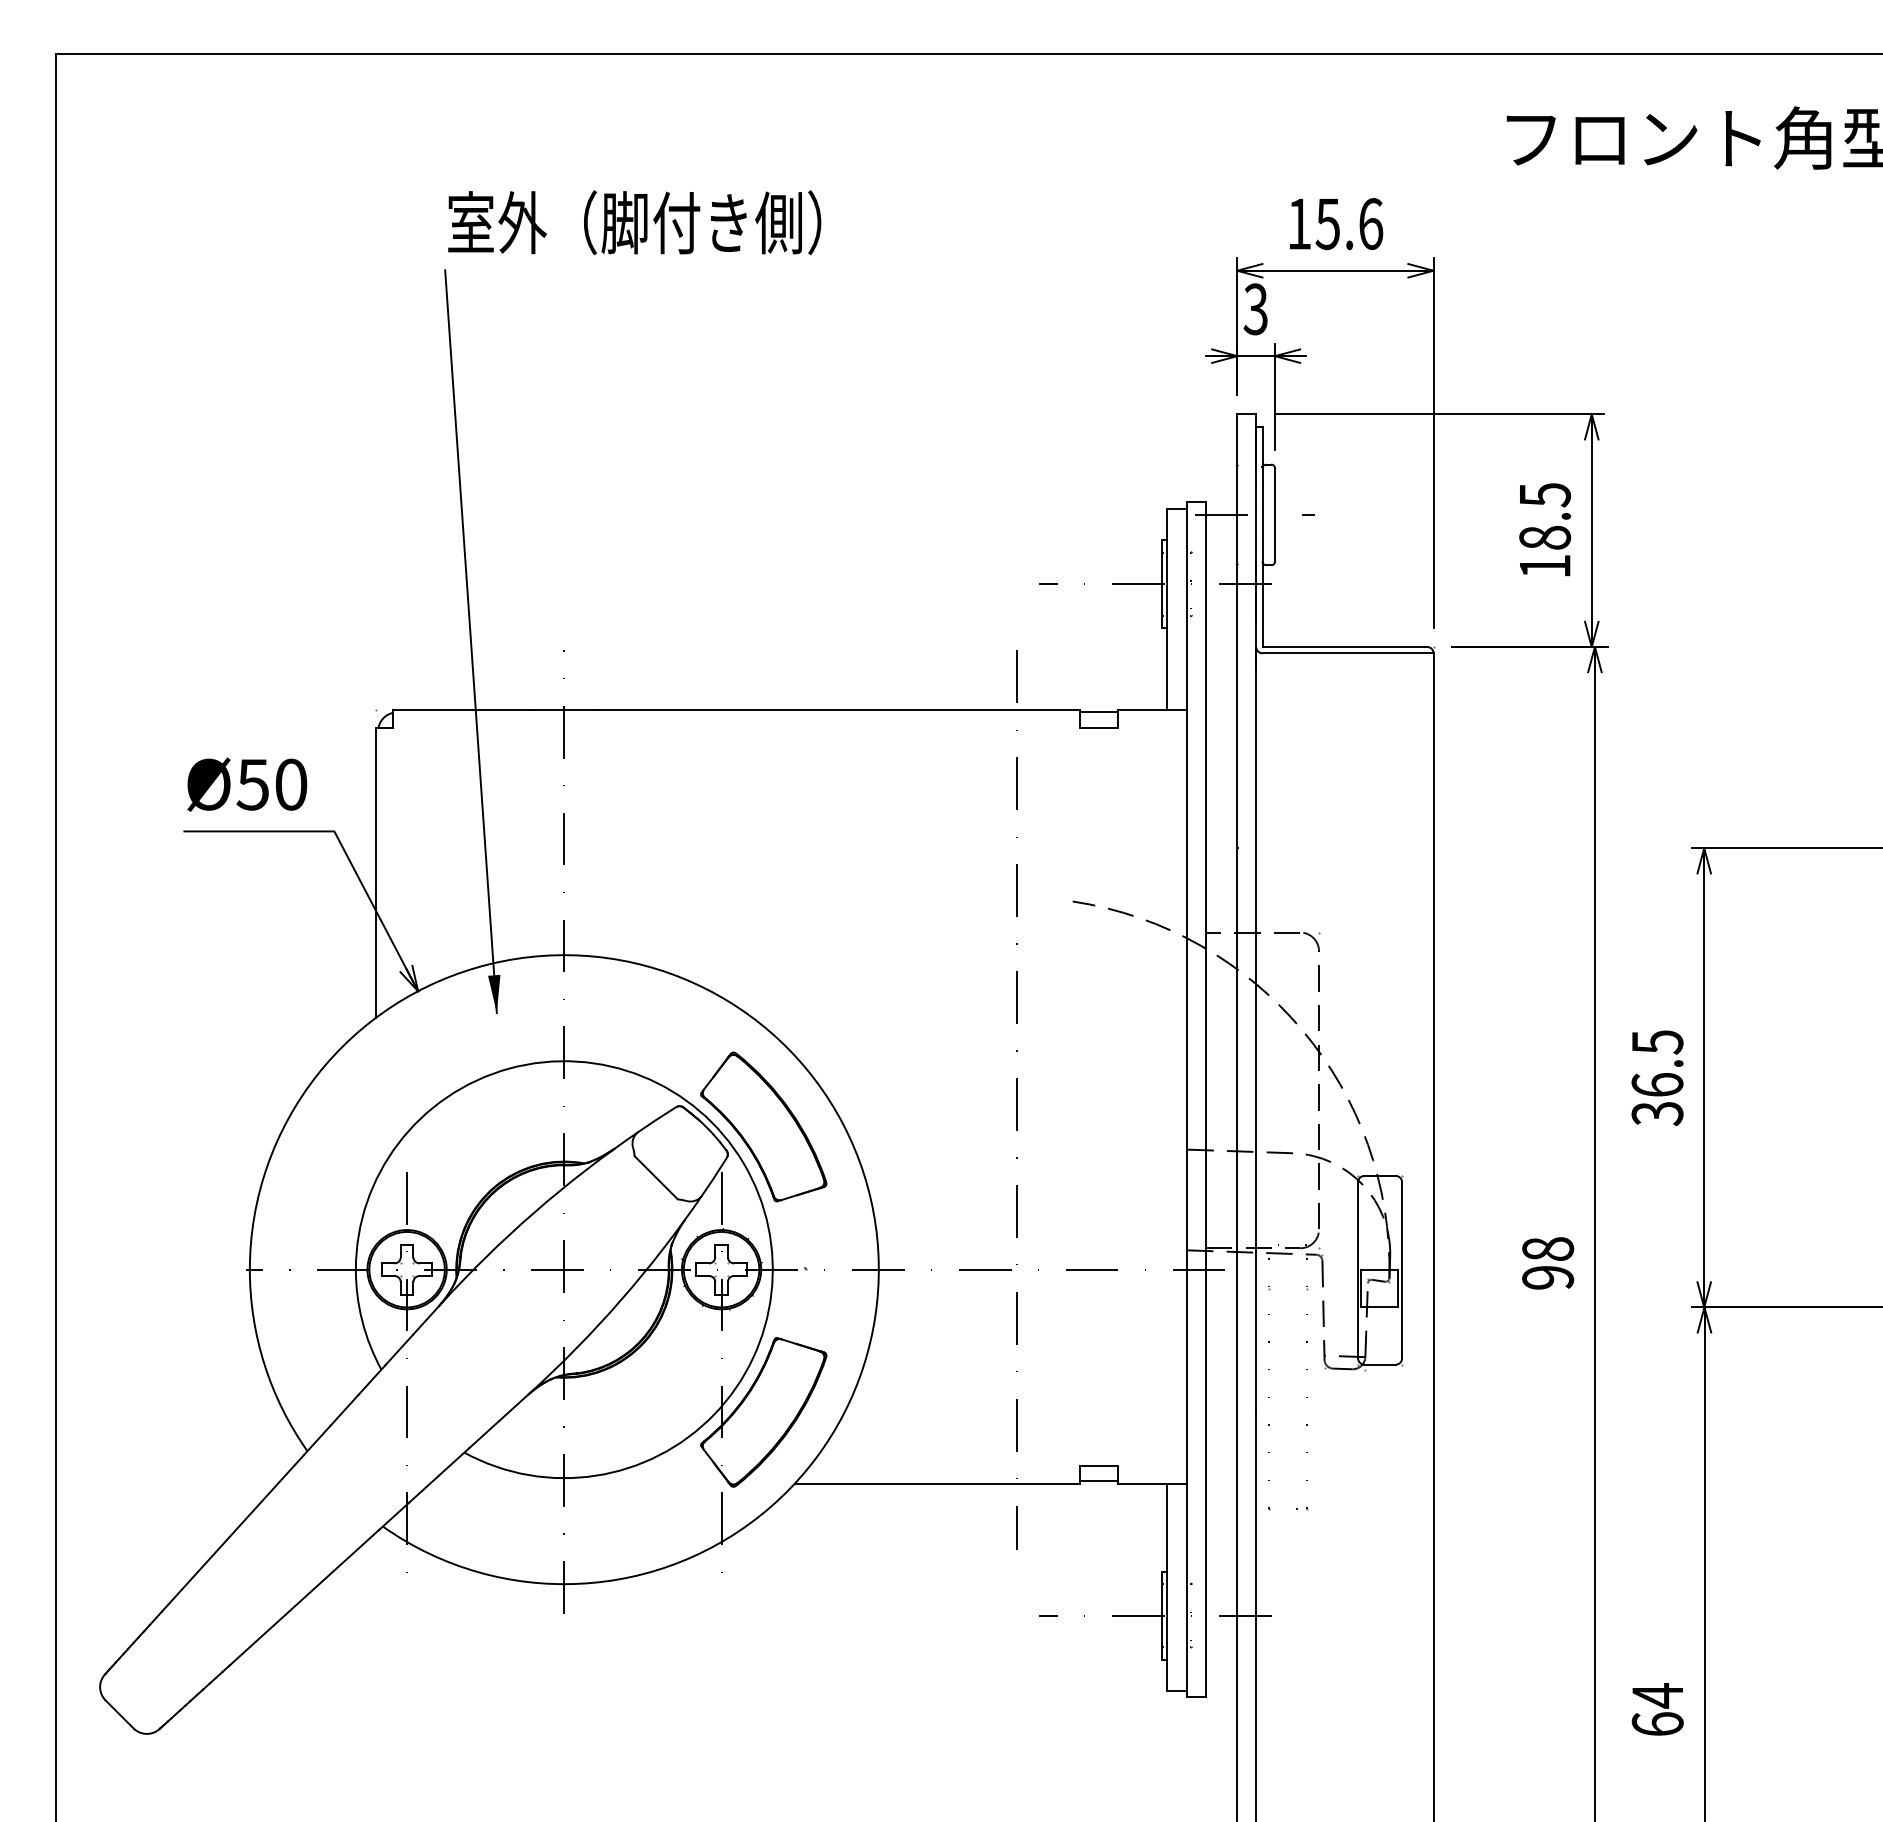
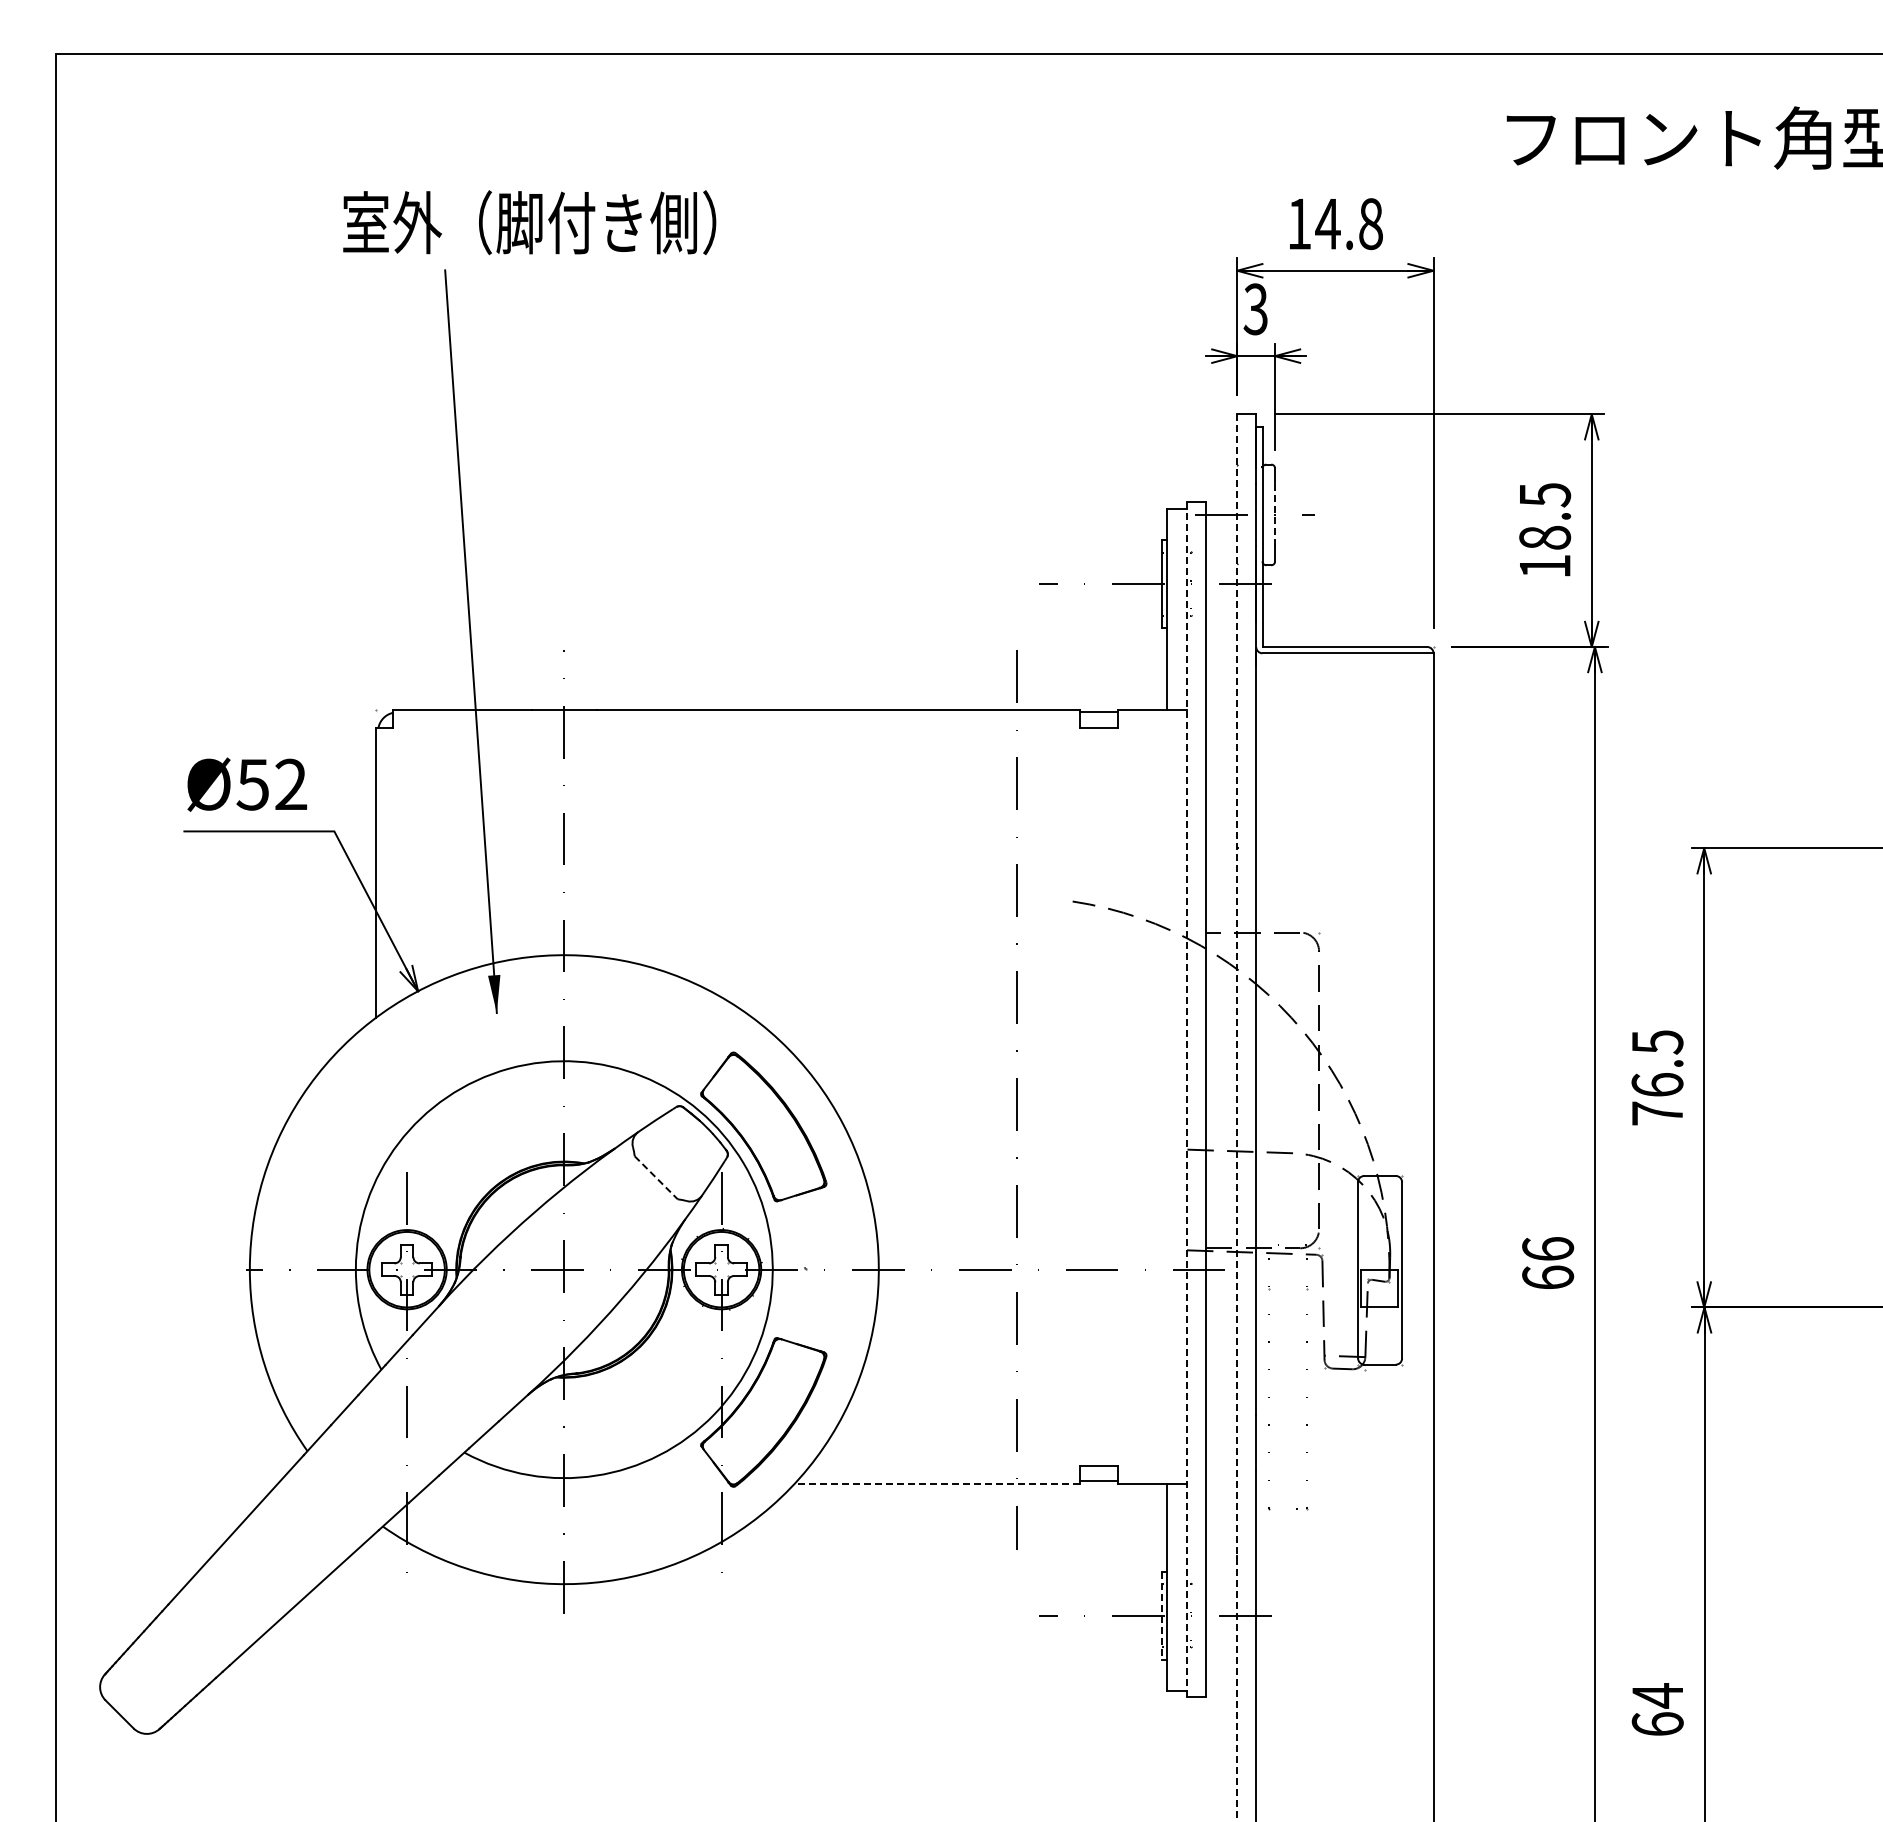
text at (634, 222) position: (634, 222) -> (529, 222)
text at (1349, 224): 15.6 -> 14.8
line at (1275, 514): solid -> dashed
text at (291, 784): Ø50 -> Ø52
line at (1187, 1099): solid -> dashed
text at (1657, 1113): 36.5 -> 76.5
line at (1237, 1117): solid -> dashed
line at (656, 1178): solid -> dashed
text at (1548, 1263): 98 -> 66
line at (937, 1483): solid -> dashed
line at (1161, 1616): solid -> dashed
